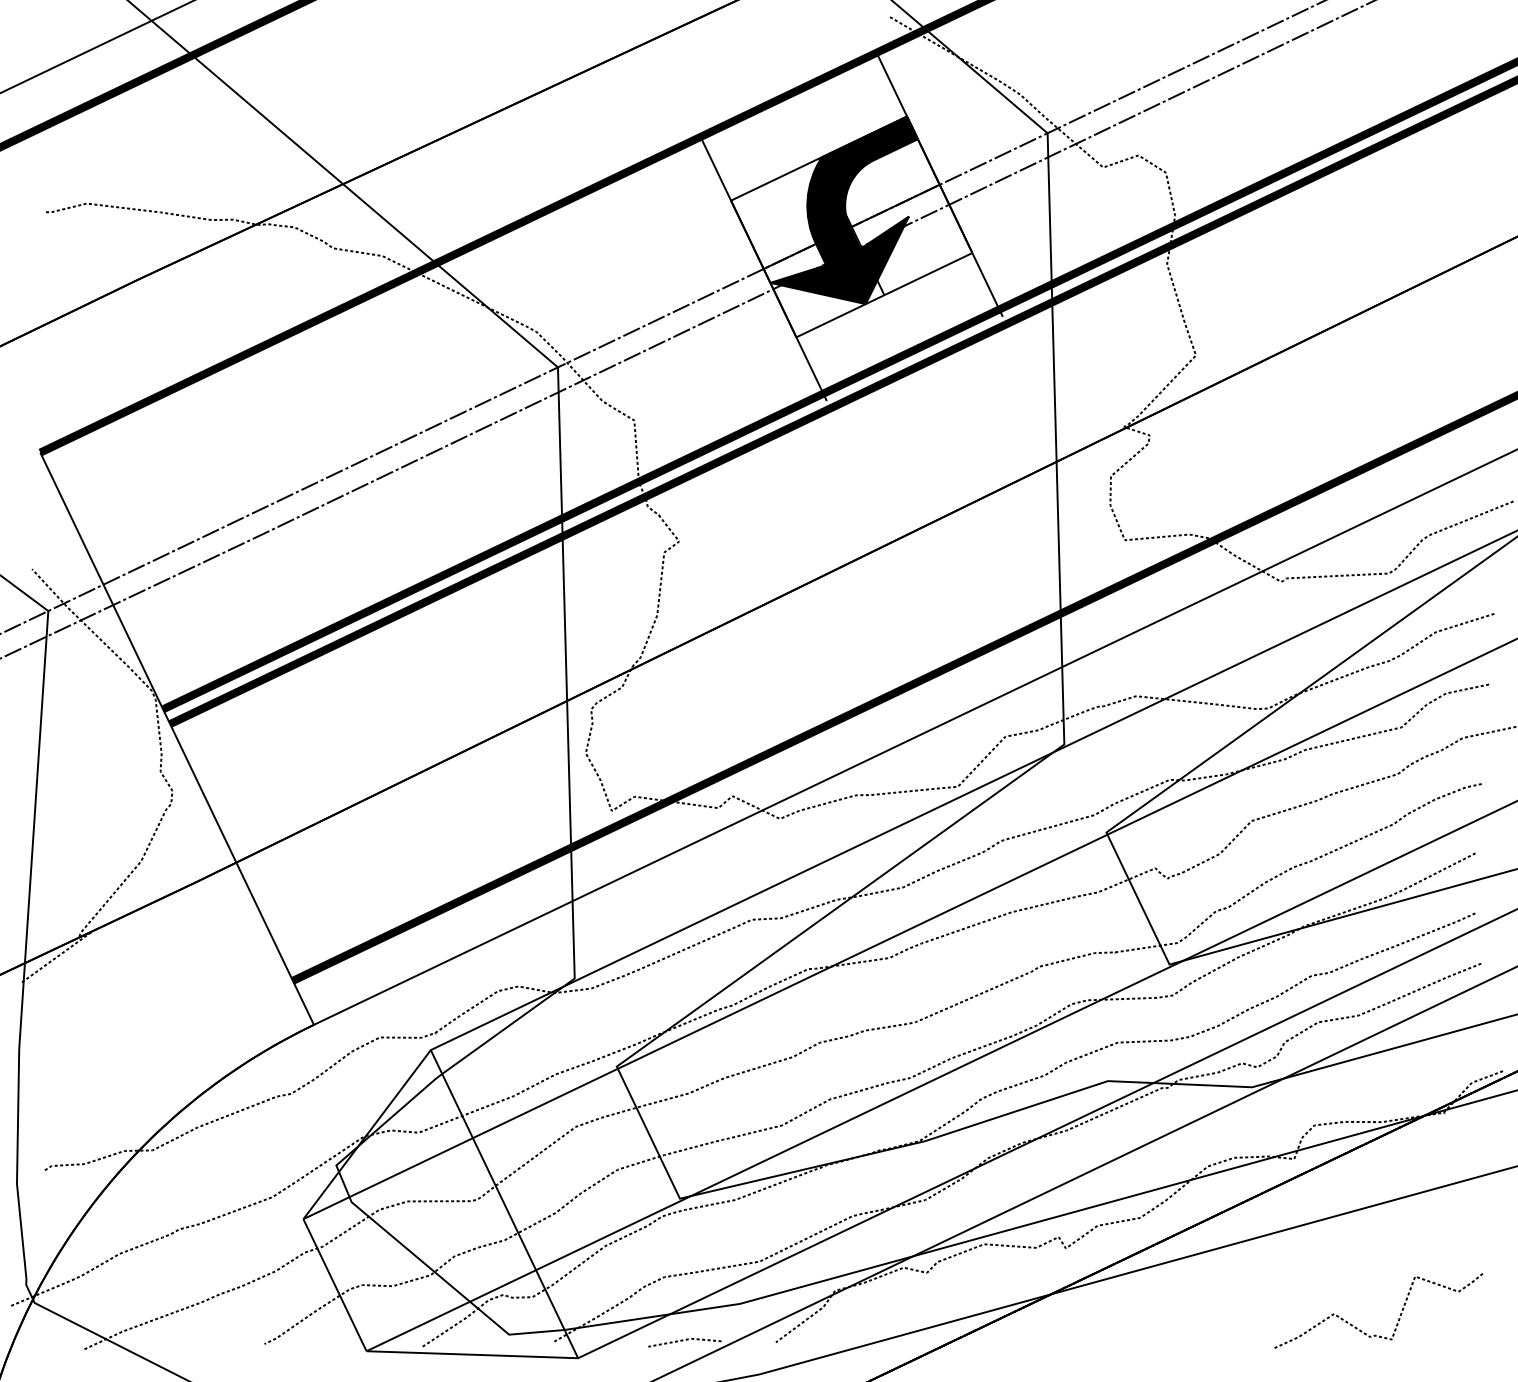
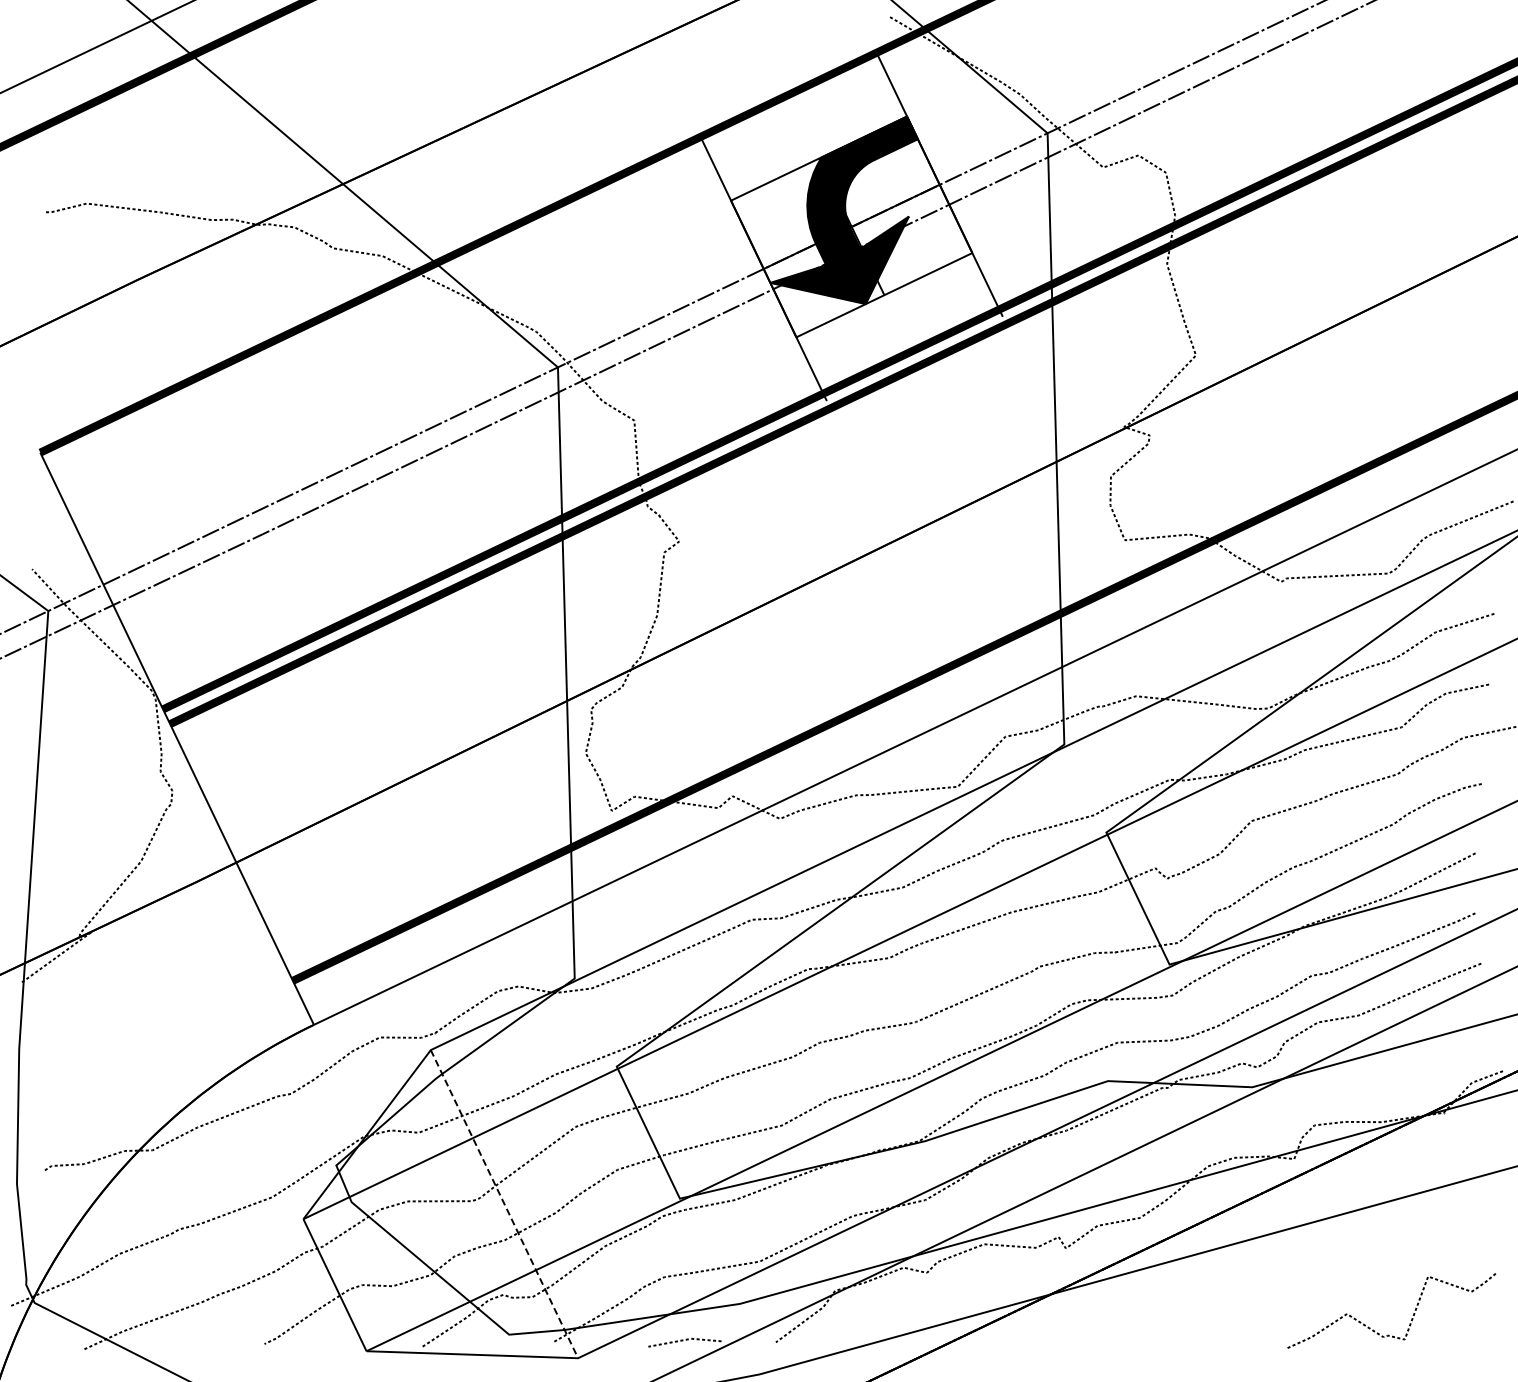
line at (504, 1204): solid -> dashed
curve at (1398, 1318) position: (1398, 1318) -> (1411, 1318)
